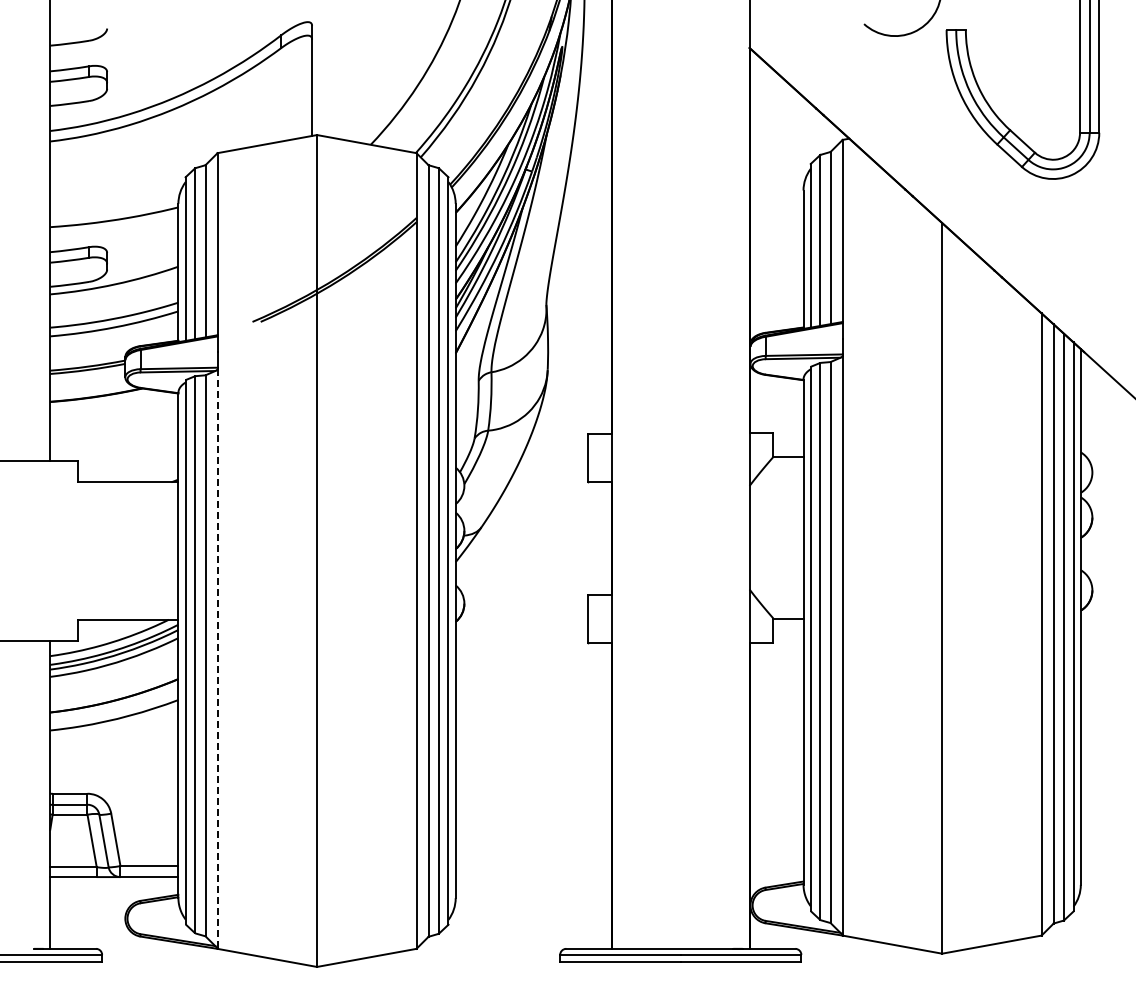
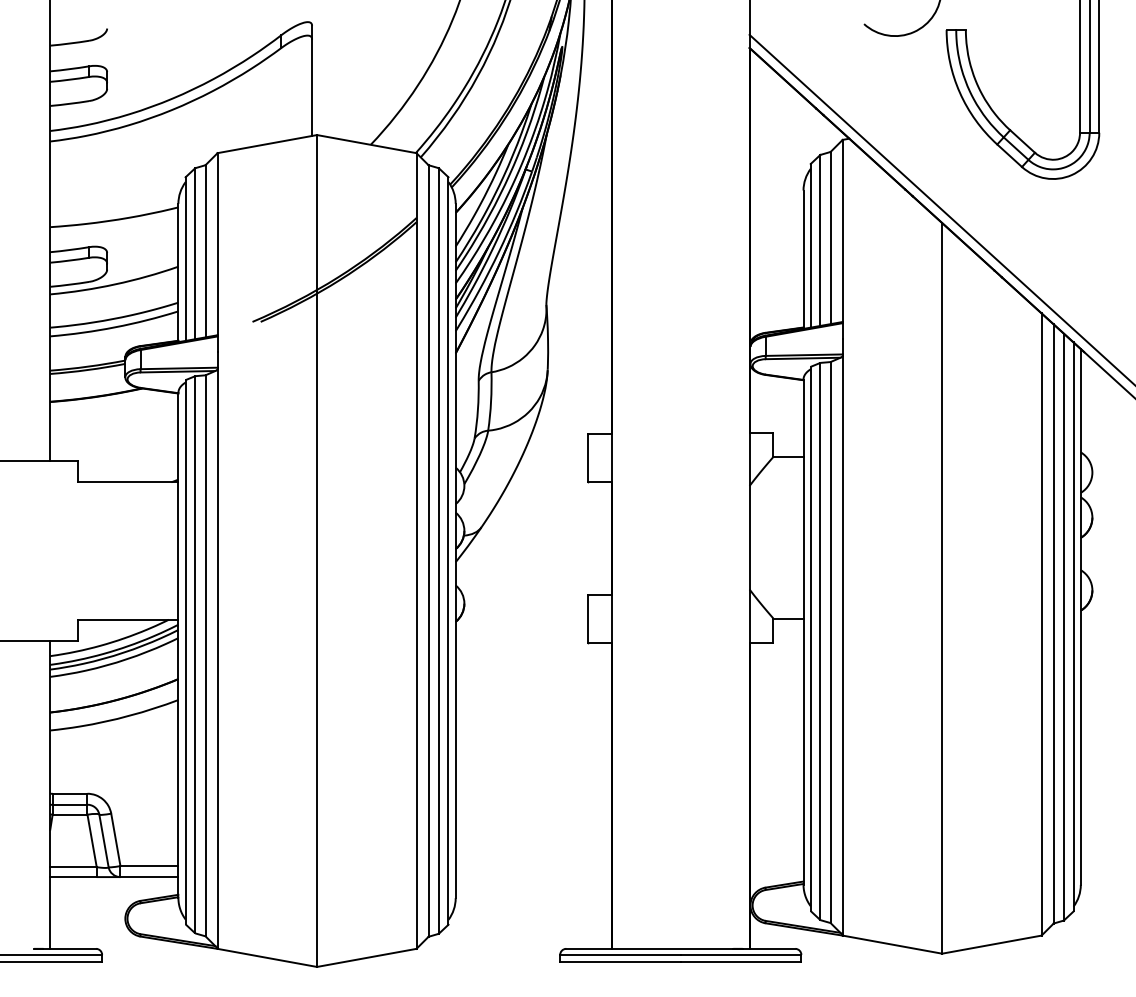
line at (940, 208): none -> present
line at (217, 658): dashed -> solid
